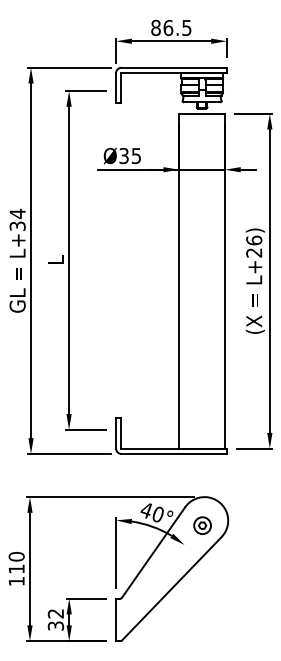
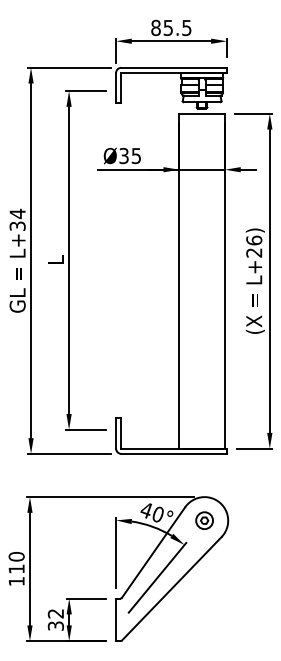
text at (168, 27): 86.5 -> 85.5
part at (202, 525) position: (202, 525) -> (204, 520)
line at (157, 577): none -> present
